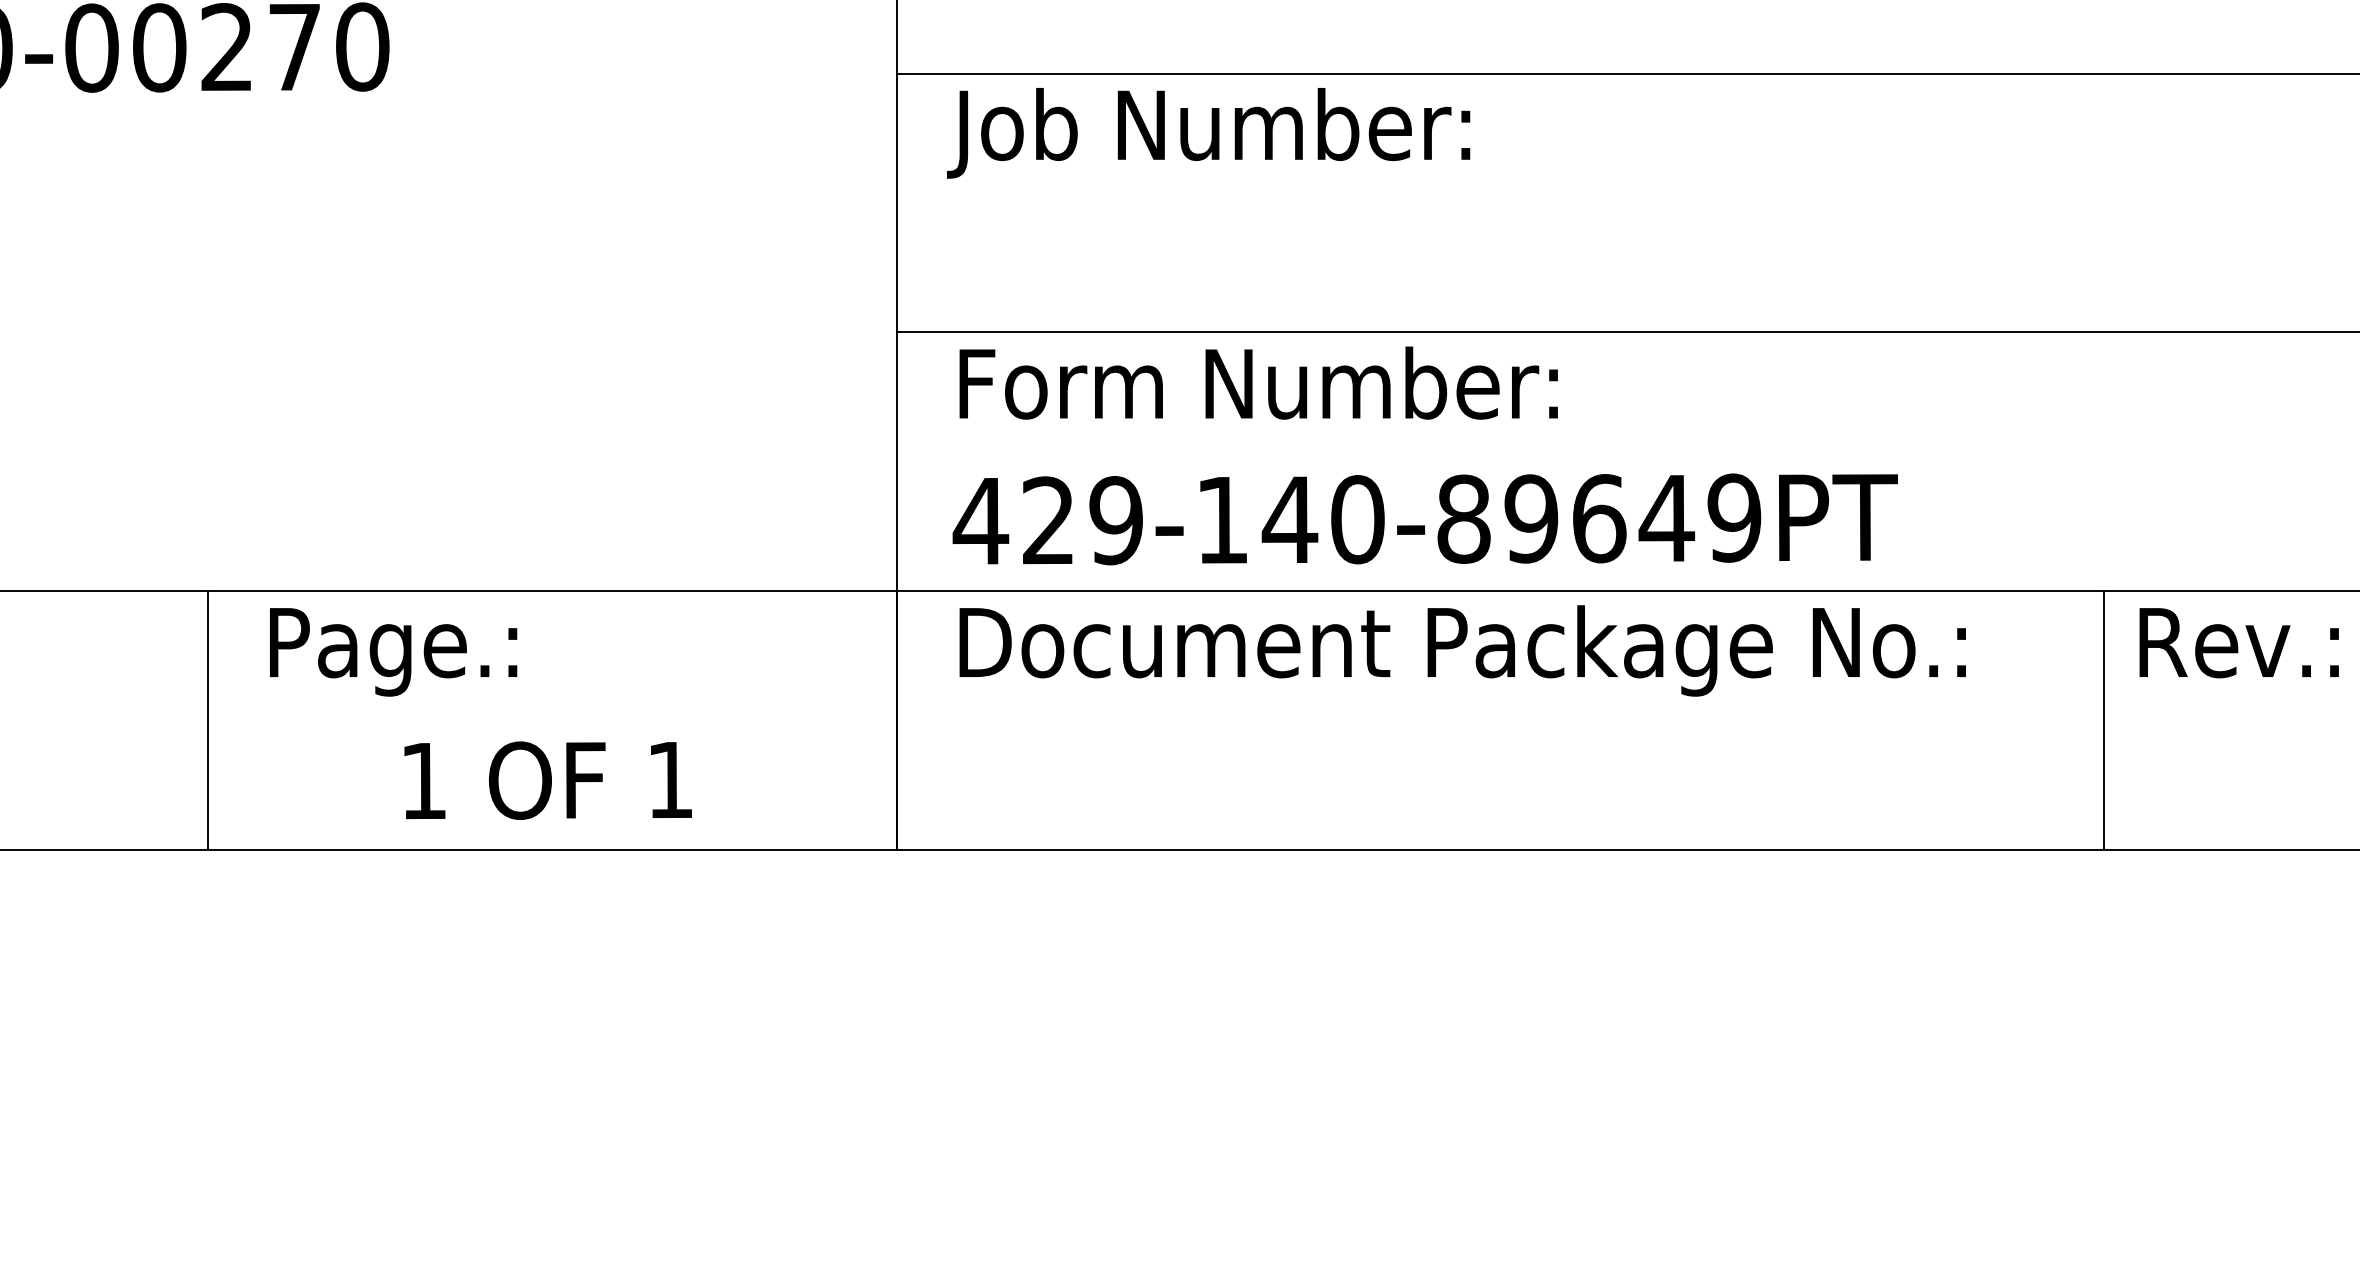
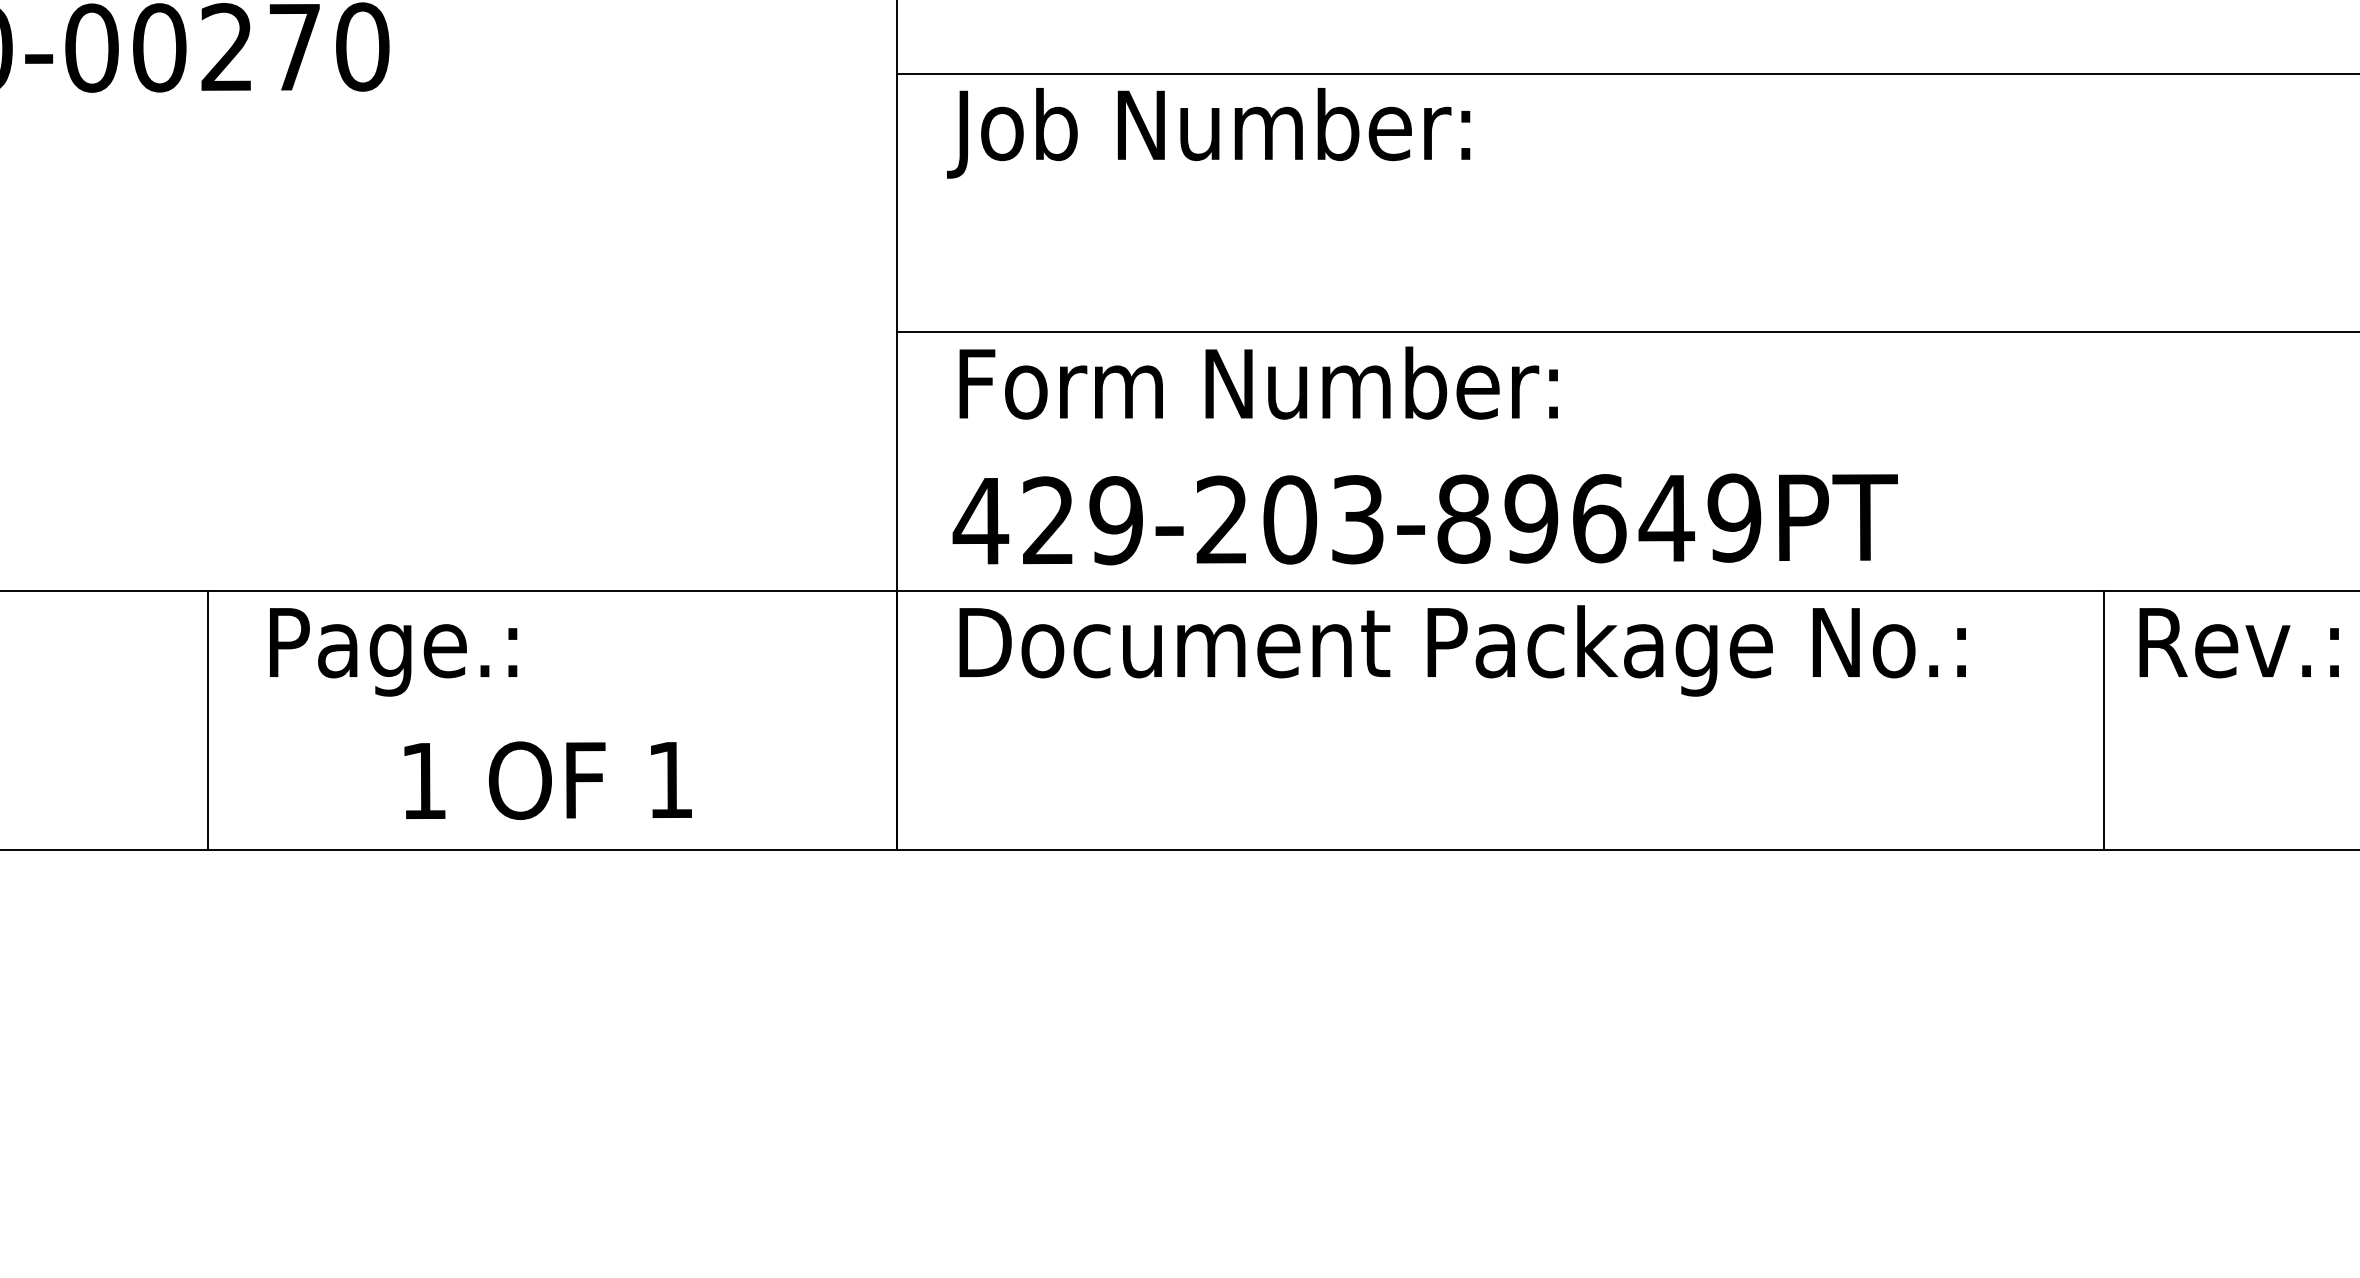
text at (1290, 519): 429-140-89649PT -> 429-203-89649PT
